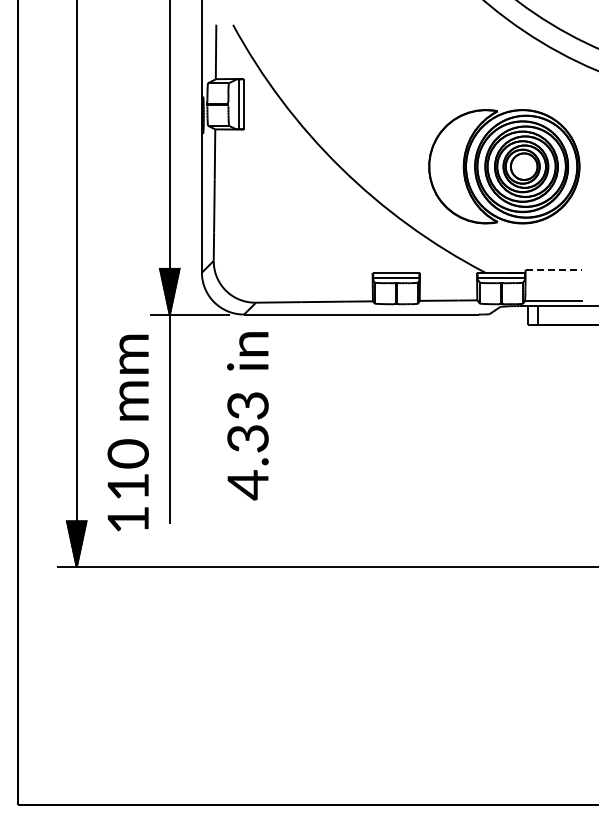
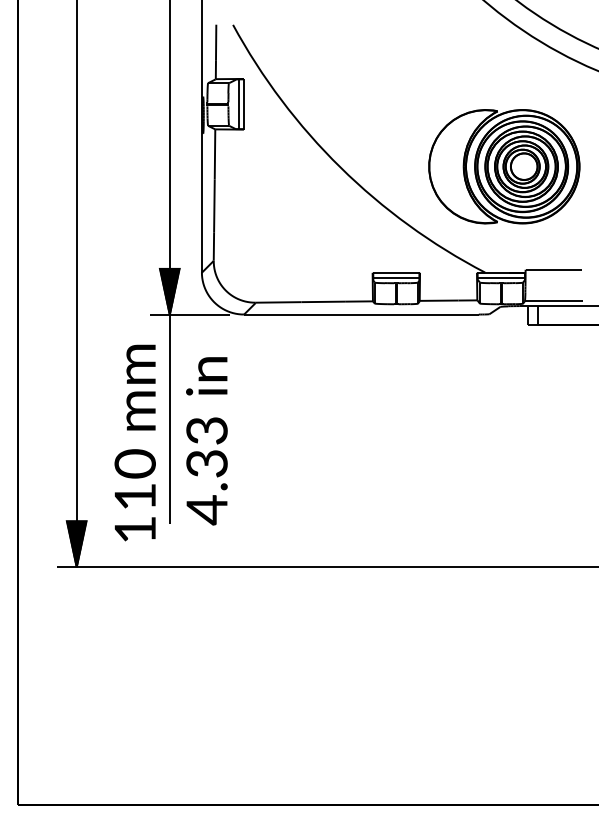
line at (554, 269): dashed -> solid
text at (247, 416) position: (247, 416) -> (206, 441)
text at (127, 432) position: (127, 432) -> (134, 442)
